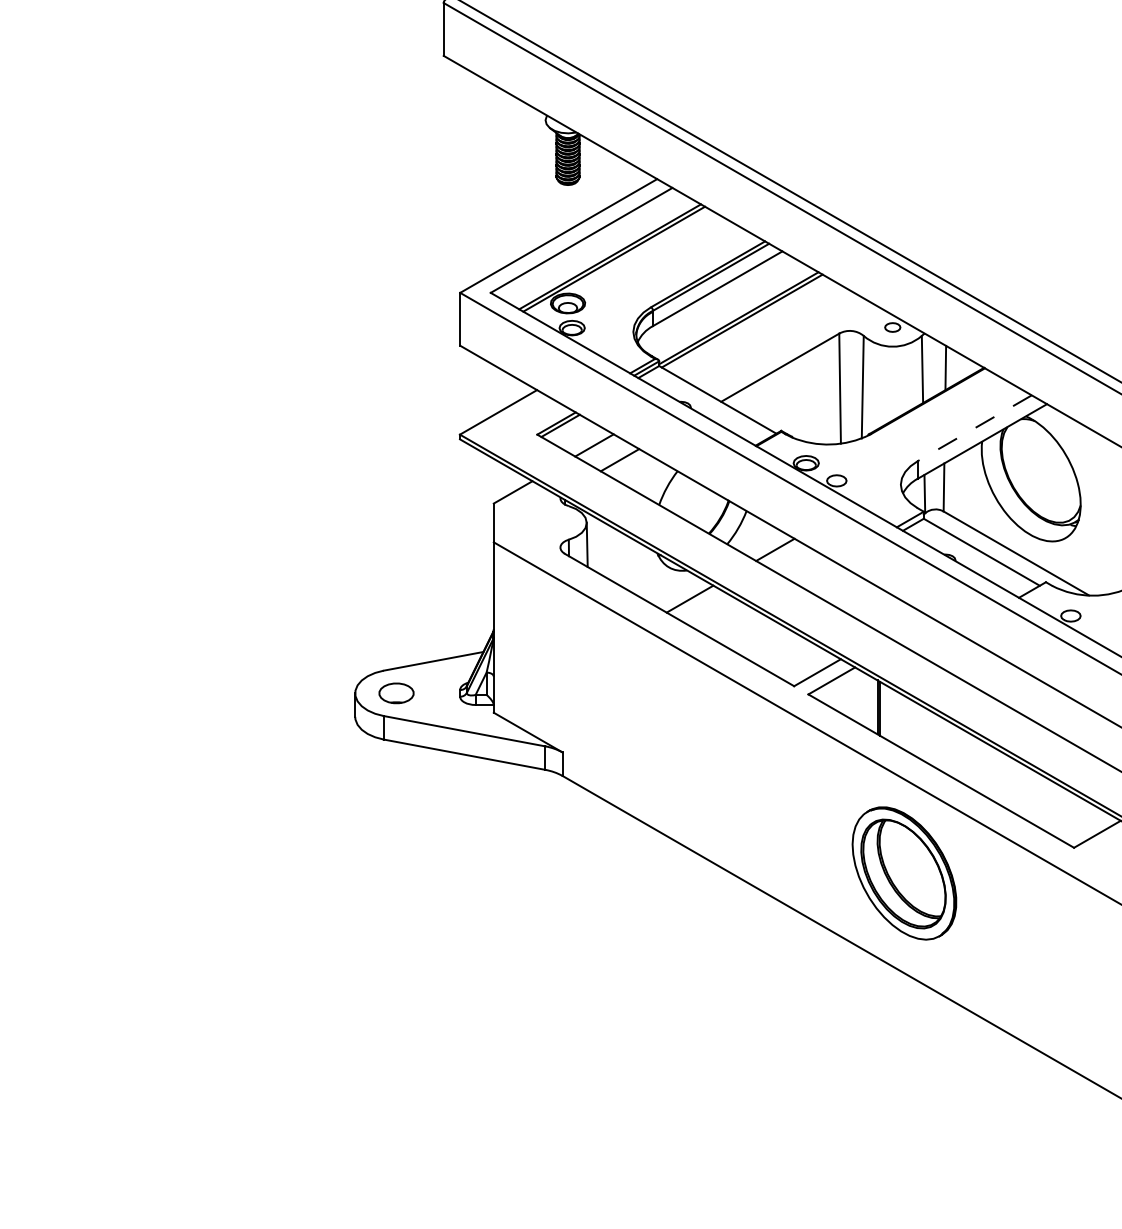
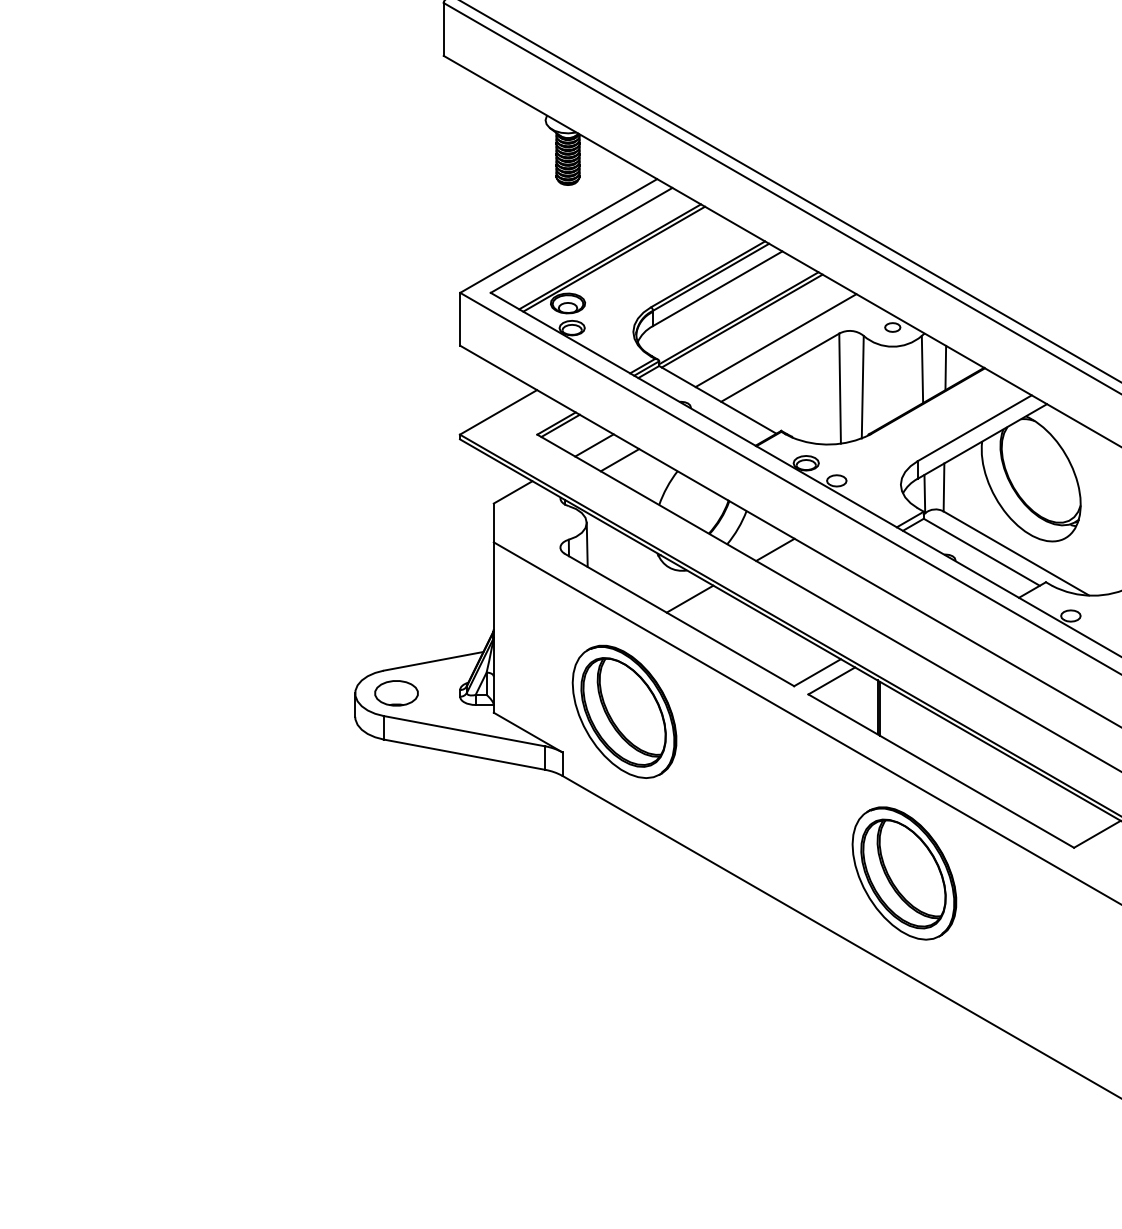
line at (775, 340): none -> present
line at (974, 428): dashed -> solid
part at (396, 693) size: 37x23 px -> 45x27 px
part at (624, 711): none -> present
